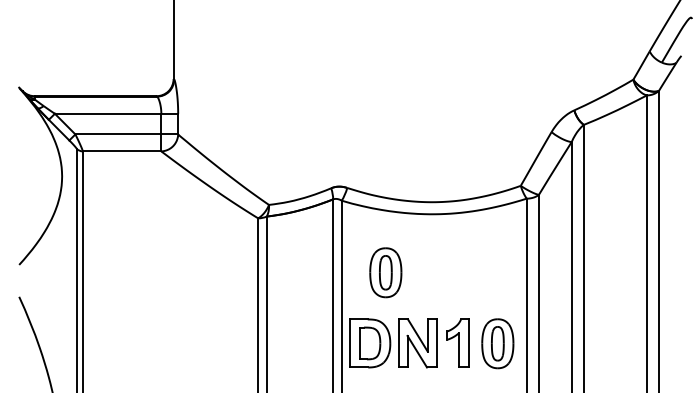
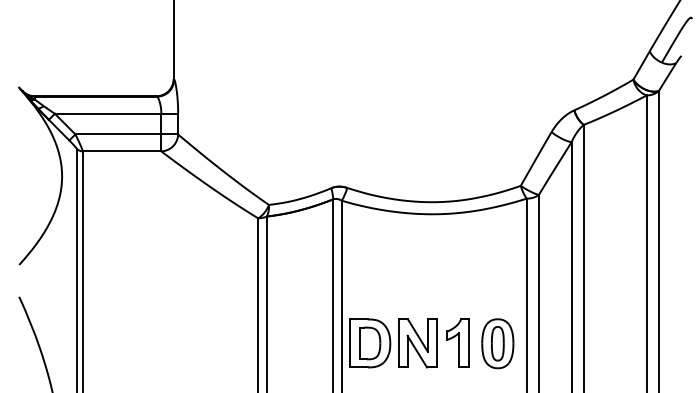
part at (385, 272): present -> none
